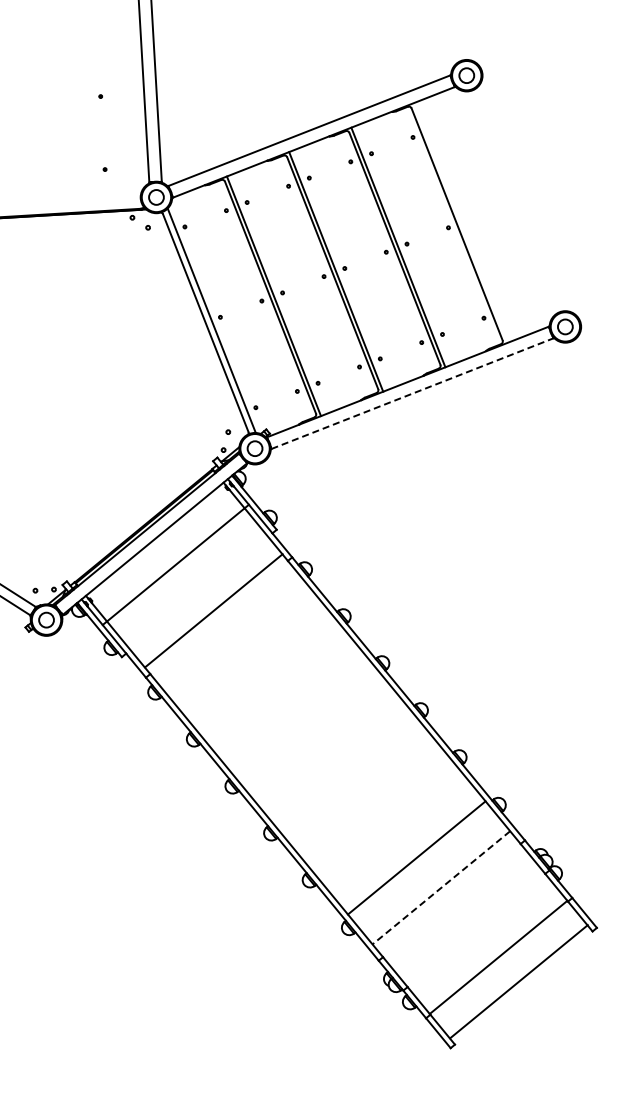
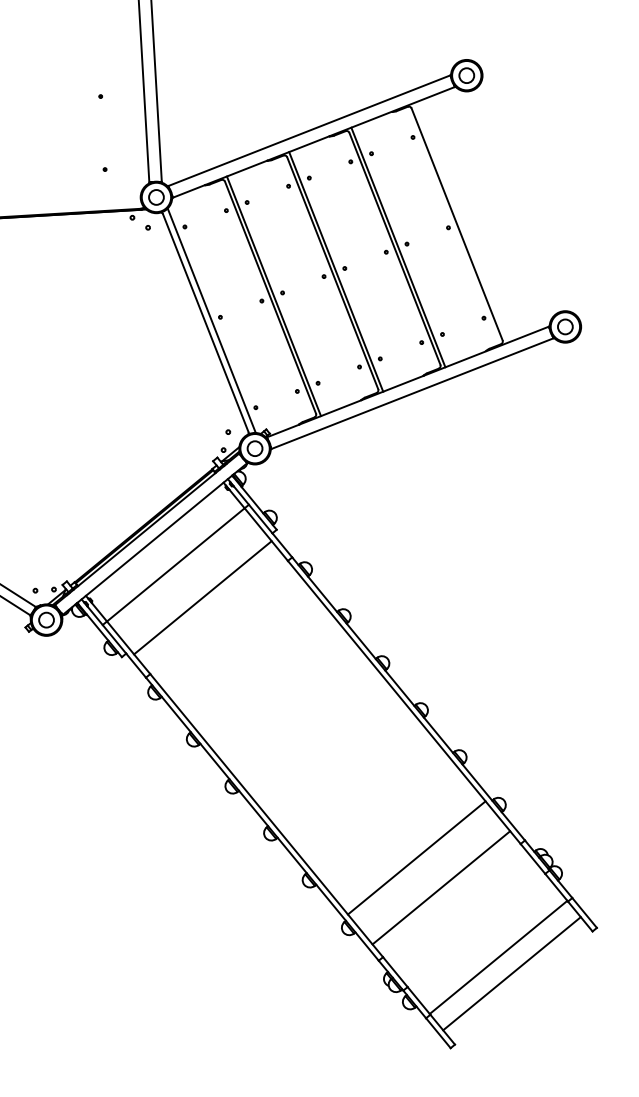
line at (412, 393): dashed -> solid
line at (213, 610) position: (213, 610) -> (202, 597)
line at (440, 888): dashed -> solid
line at (518, 981) position: (518, 981) -> (511, 973)
